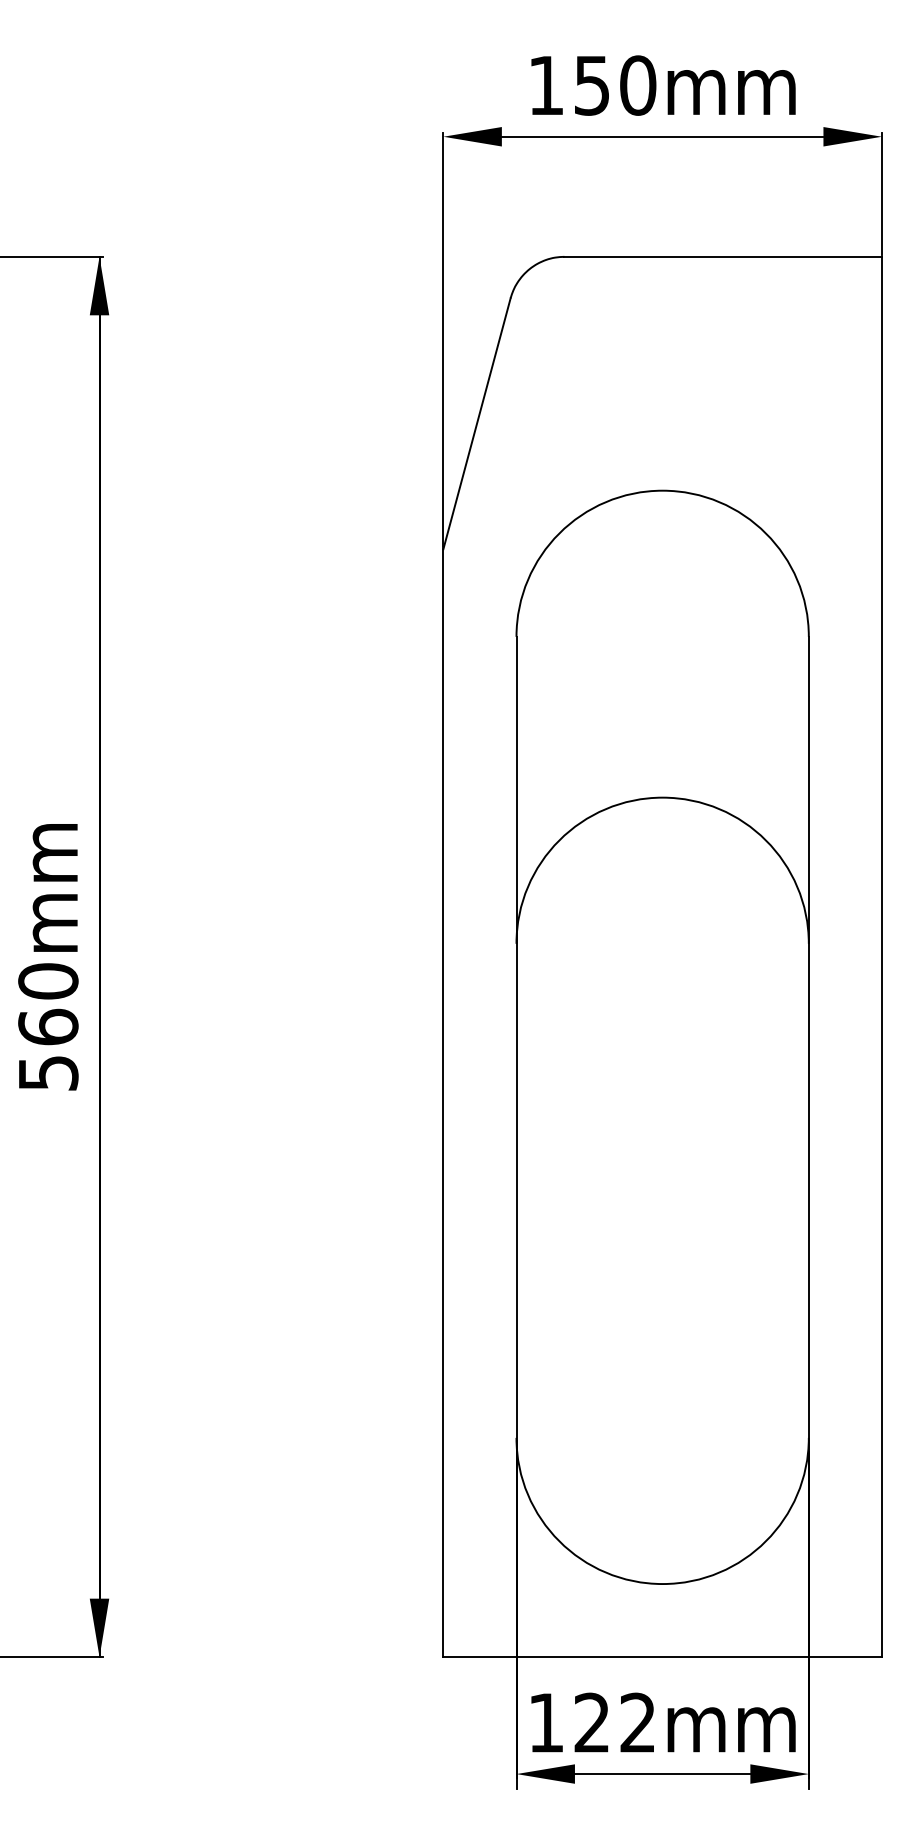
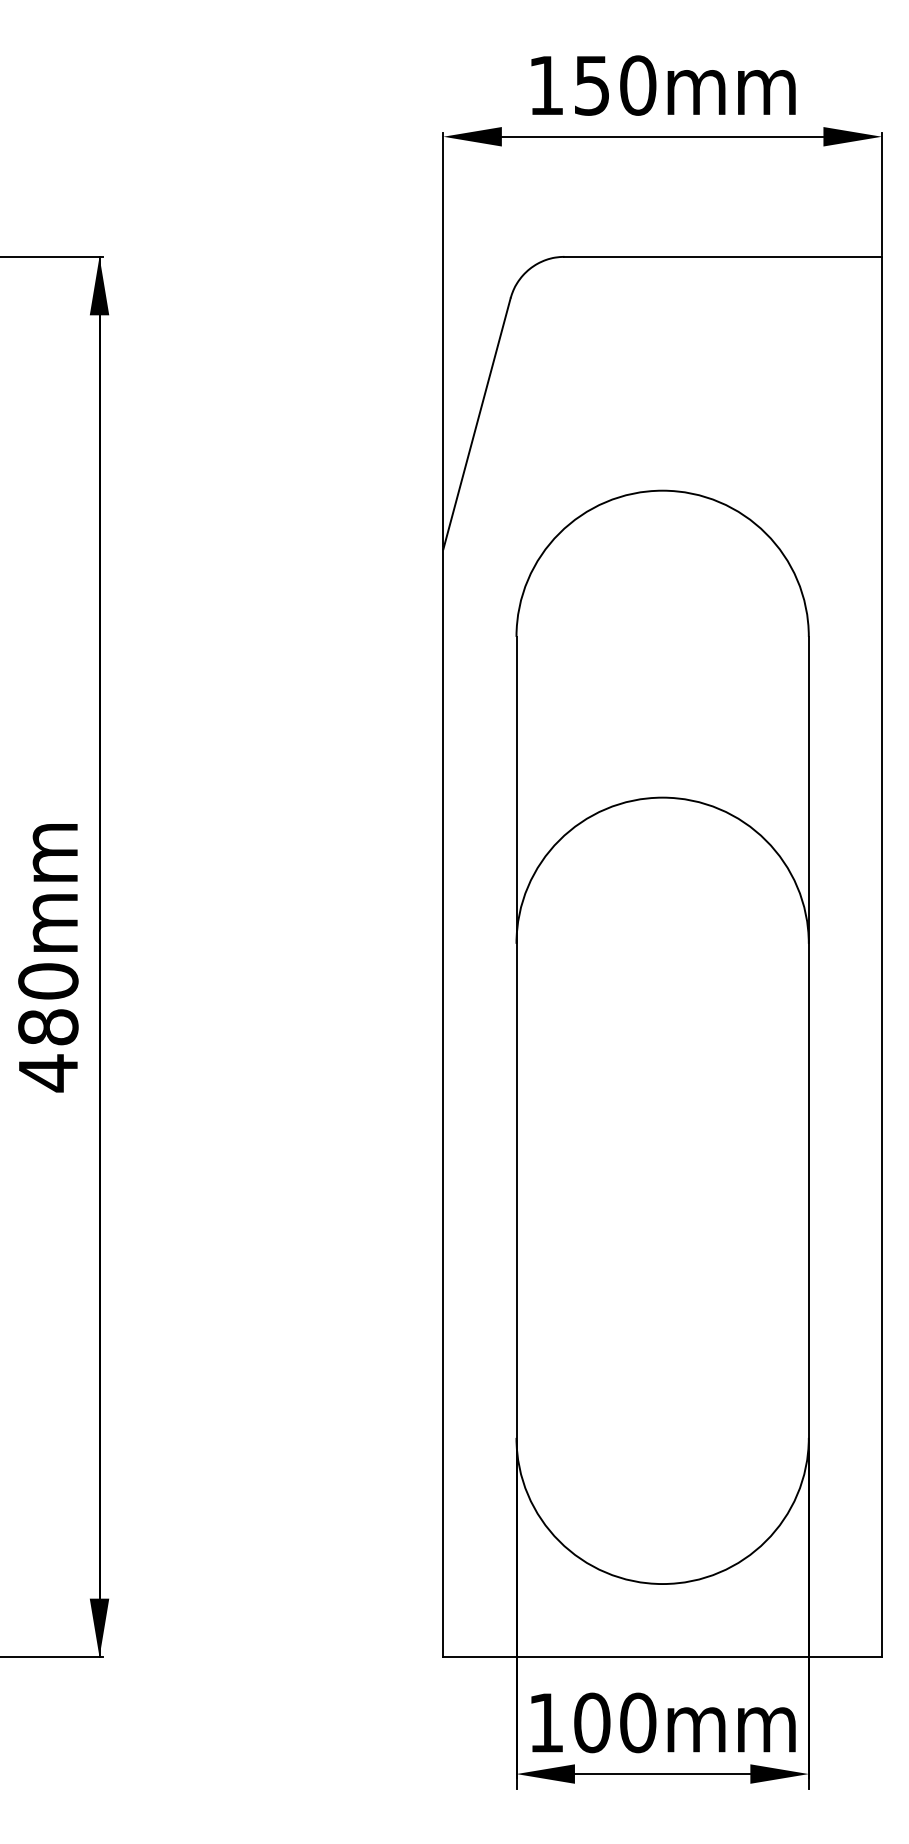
text at (48, 1050): 560mm -> 480mm
text at (615, 1722): 122mm -> 100mm
